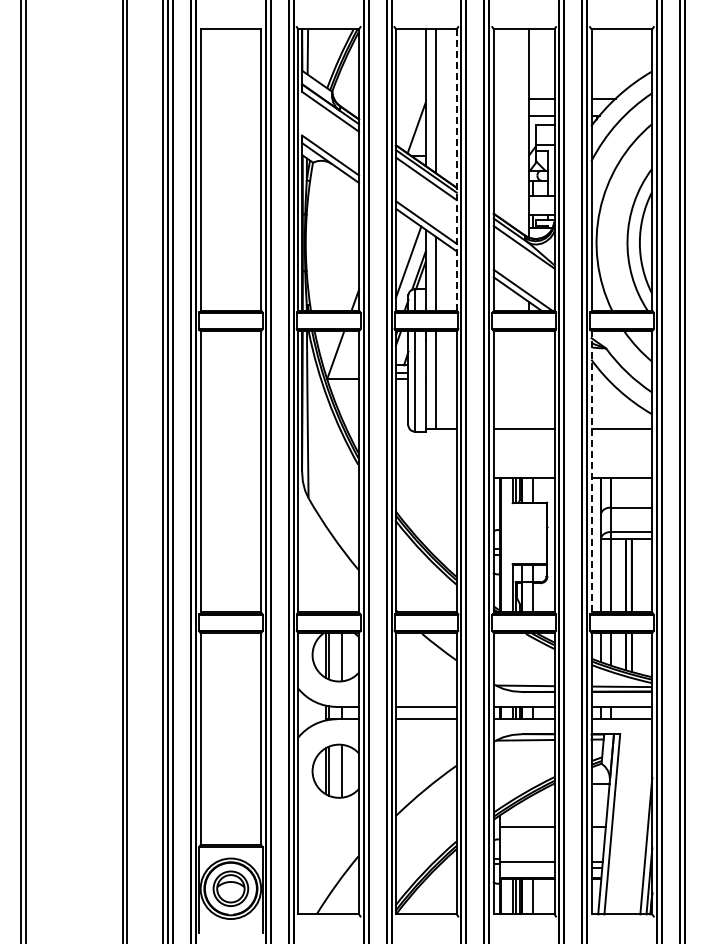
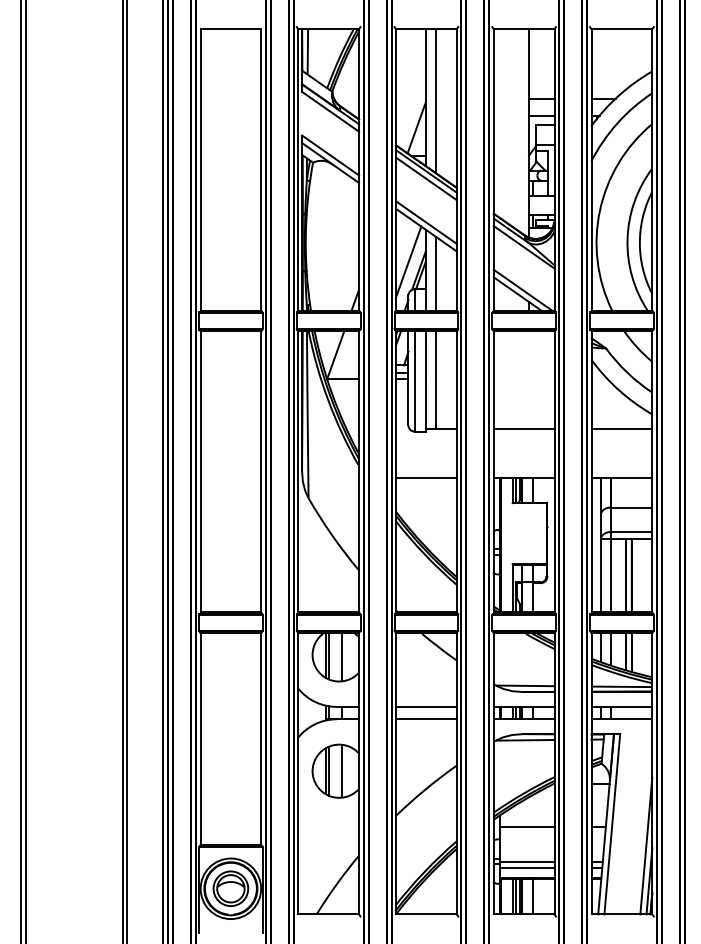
line at (456, 169): dashed -> solid
line at (591, 471): dashed -> solid
line at (426, 478): none -> present
line at (527, 867): none -> present
